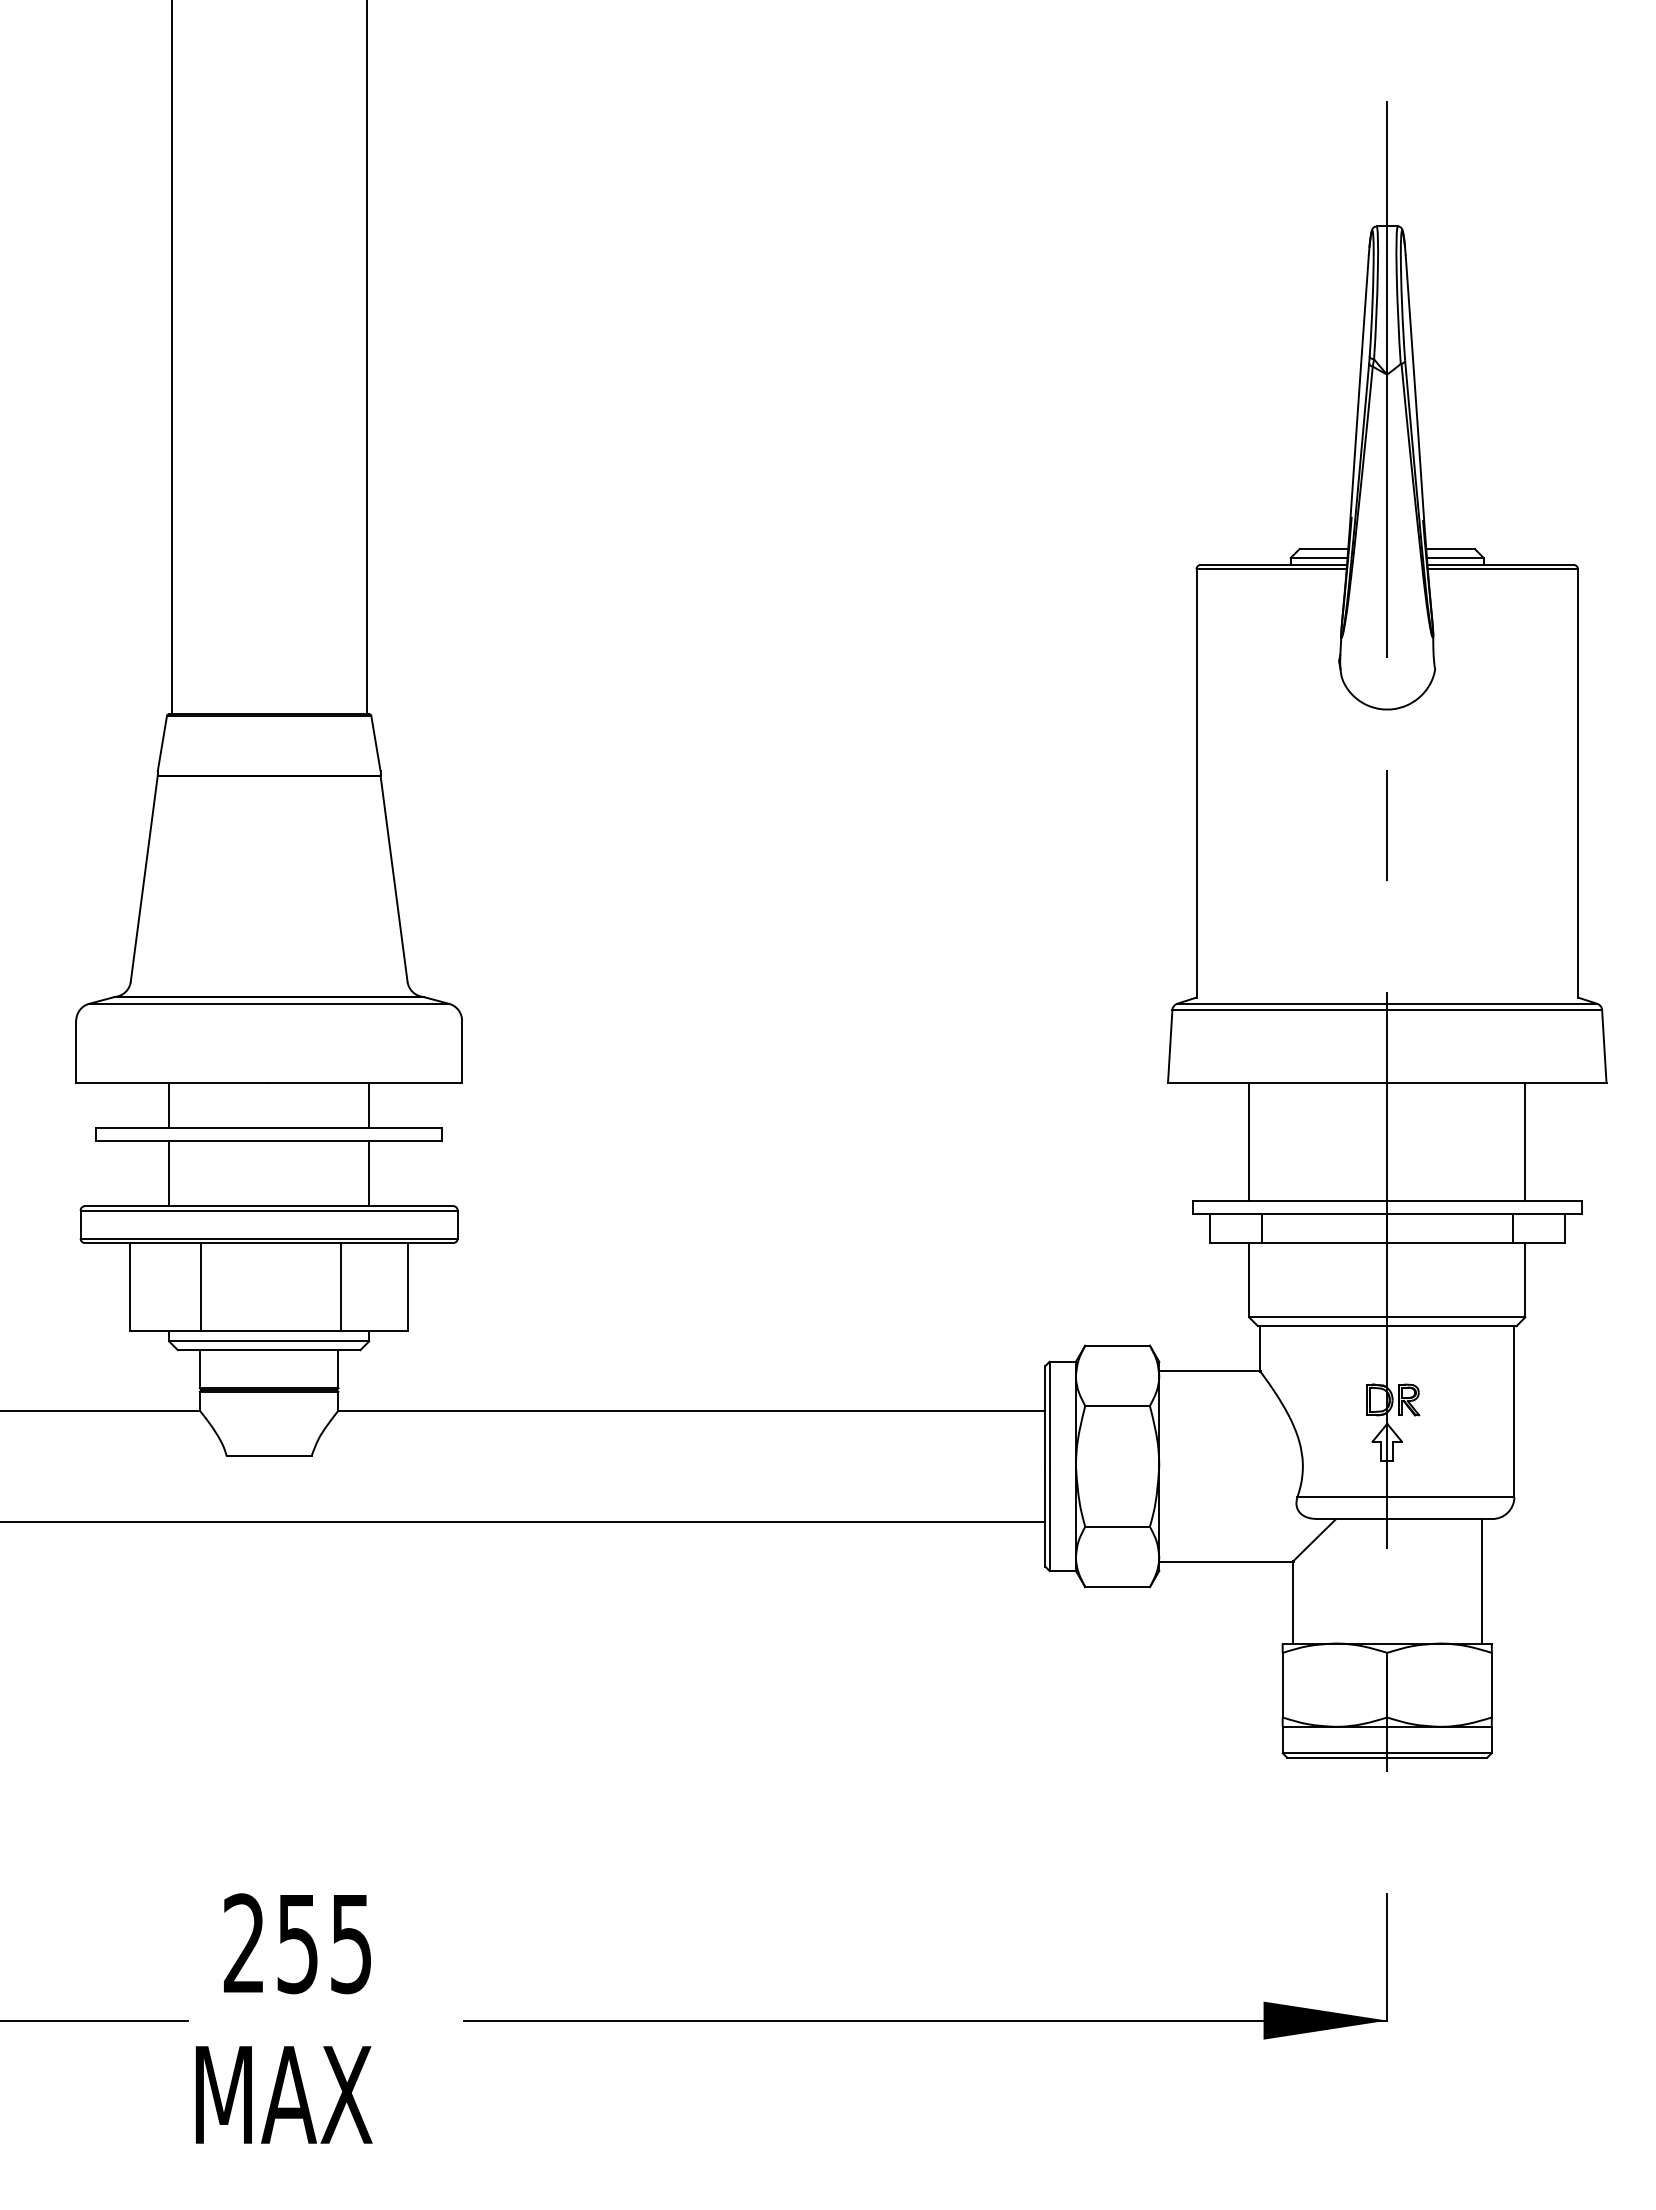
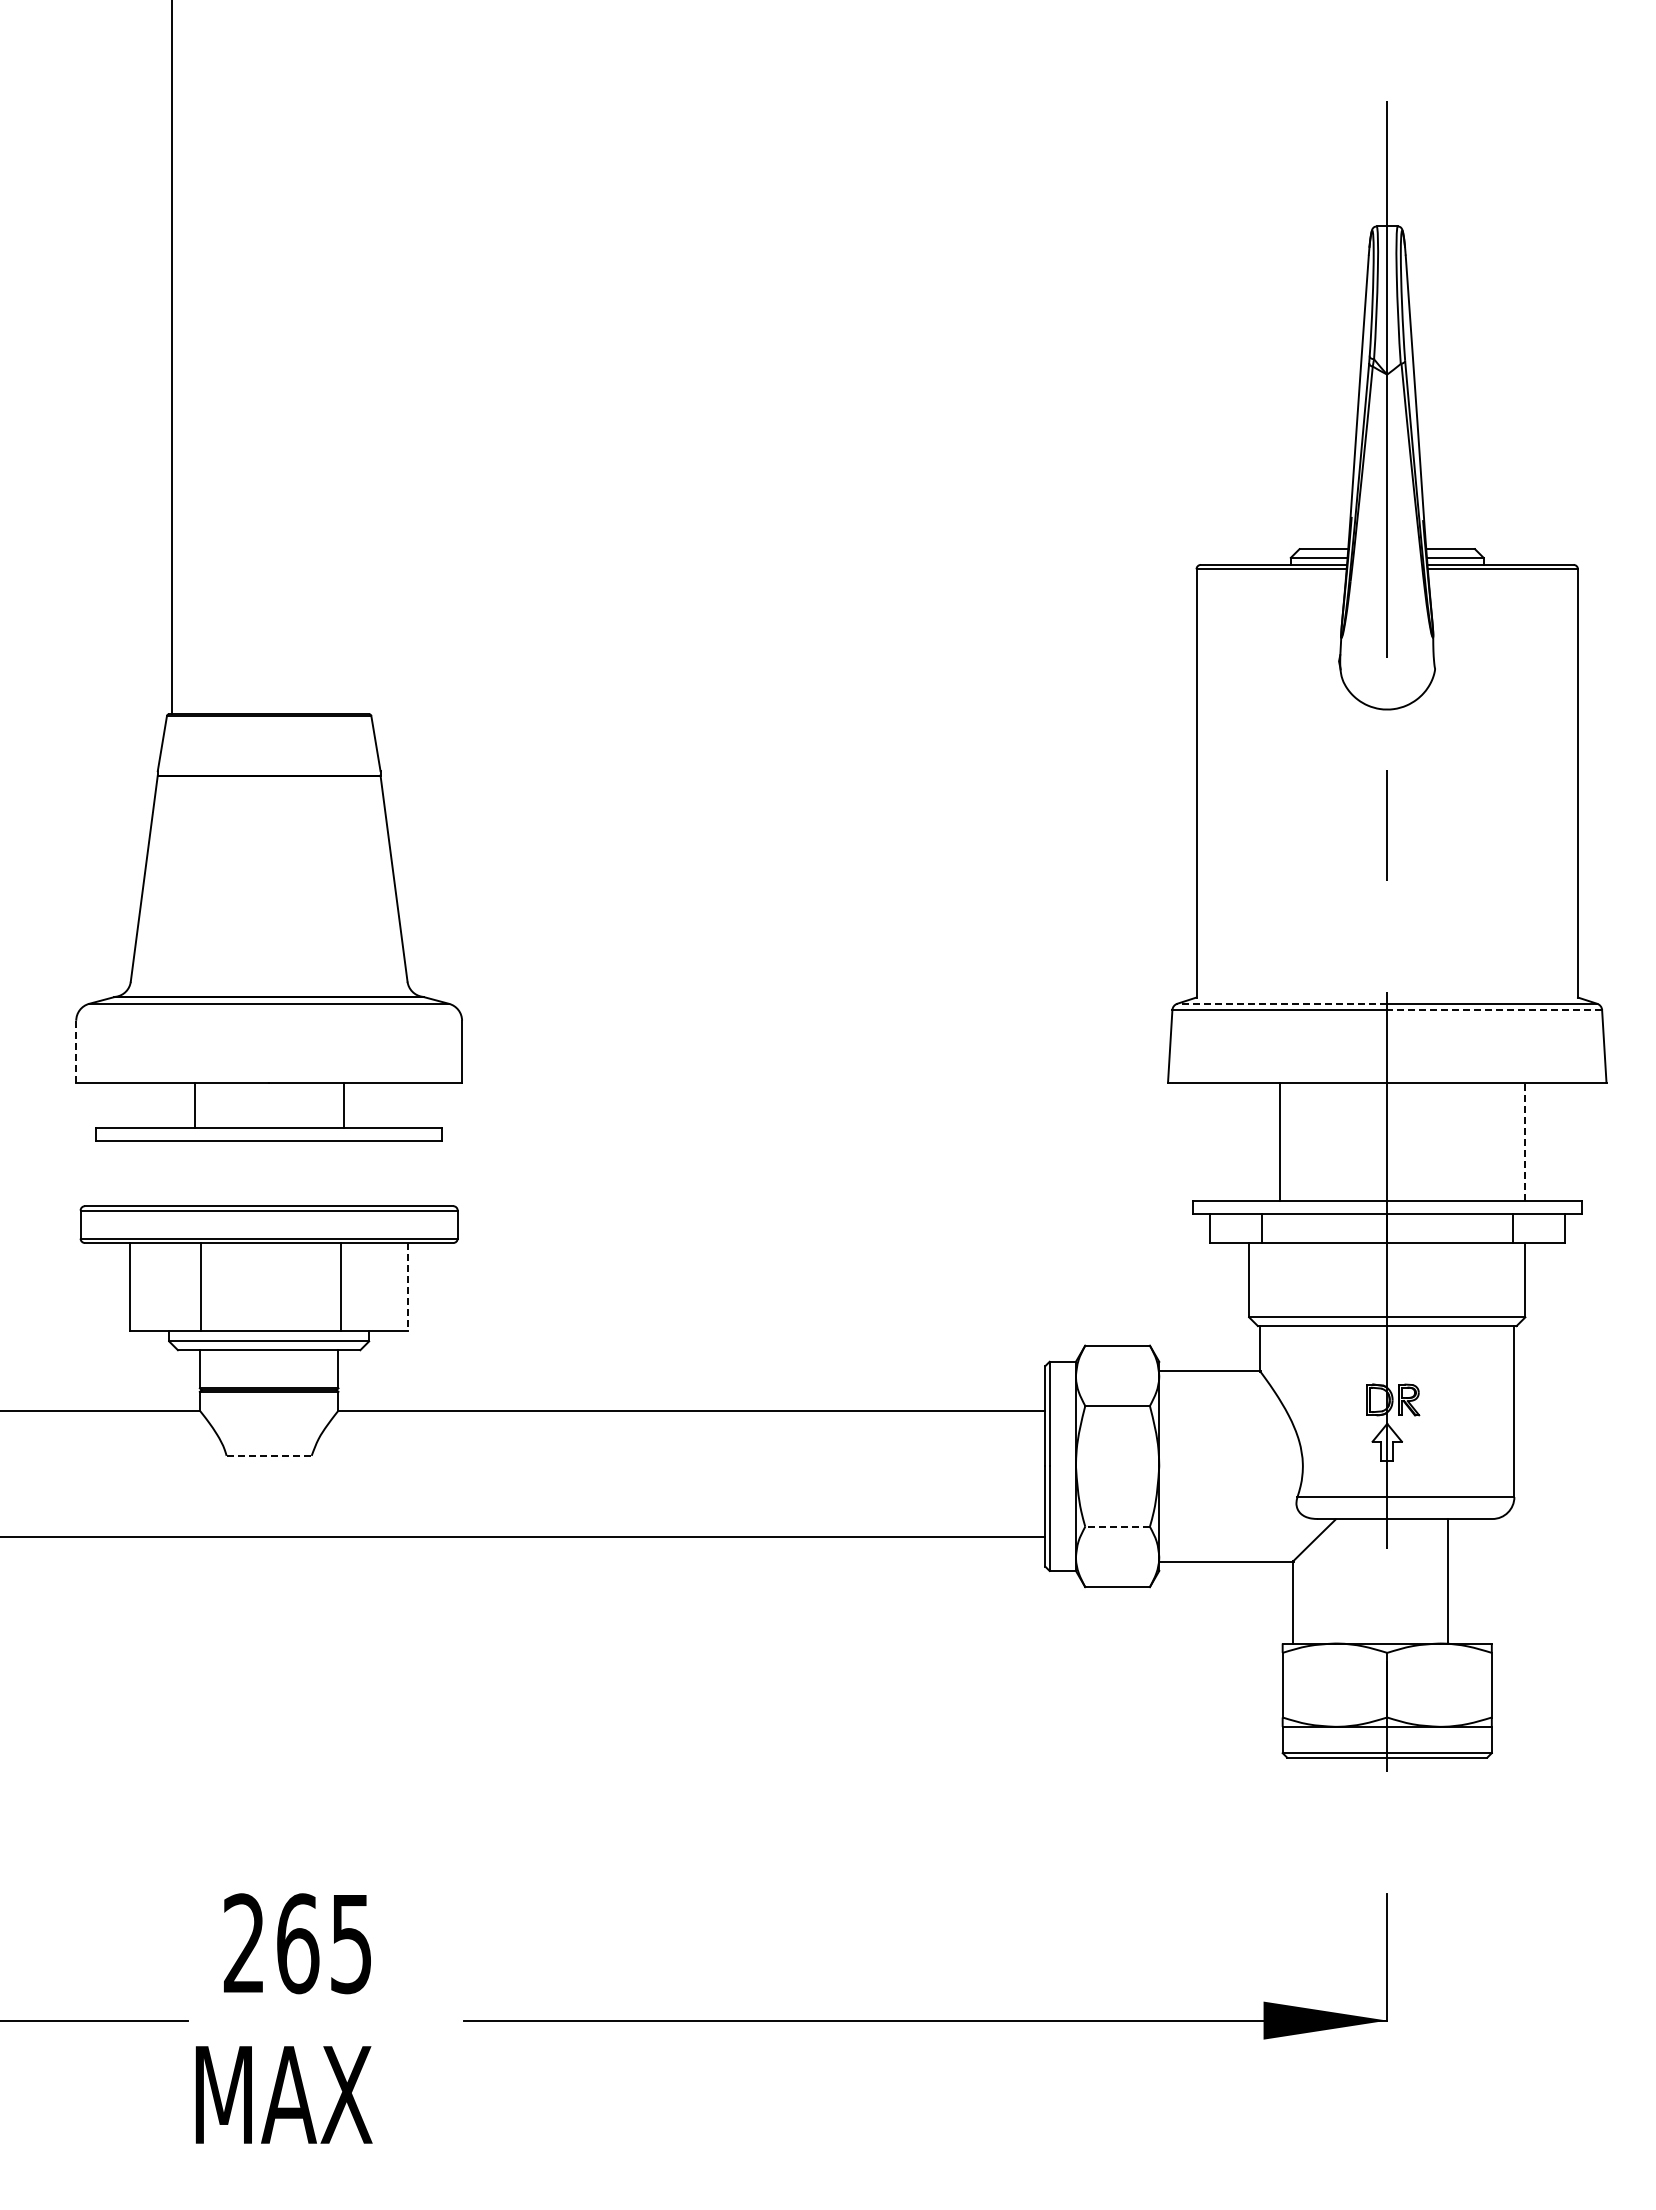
line at (366, 358): present -> none
line at (1281, 1003): solid -> dashed
line at (1494, 1010): solid -> dashed
line at (76, 1051): solid -> dashed
line at (169, 1105) position: (169, 1105) -> (195, 1105)
line at (369, 1105) position: (369, 1105) -> (344, 1105)
line at (1249, 1141) position: (1249, 1141) -> (1280, 1141)
line at (1525, 1141): solid -> dashed
line at (169, 1173): present -> none
line at (369, 1173): present -> none
line at (408, 1286): solid -> dashed
line at (269, 1455): solid -> dashed
line at (523, 1522) position: (523, 1522) -> (523, 1537)
line at (1117, 1526): solid -> dashed
line at (1481, 1581) position: (1481, 1581) -> (1447, 1581)
text at (298, 1943): 255 -> 265
